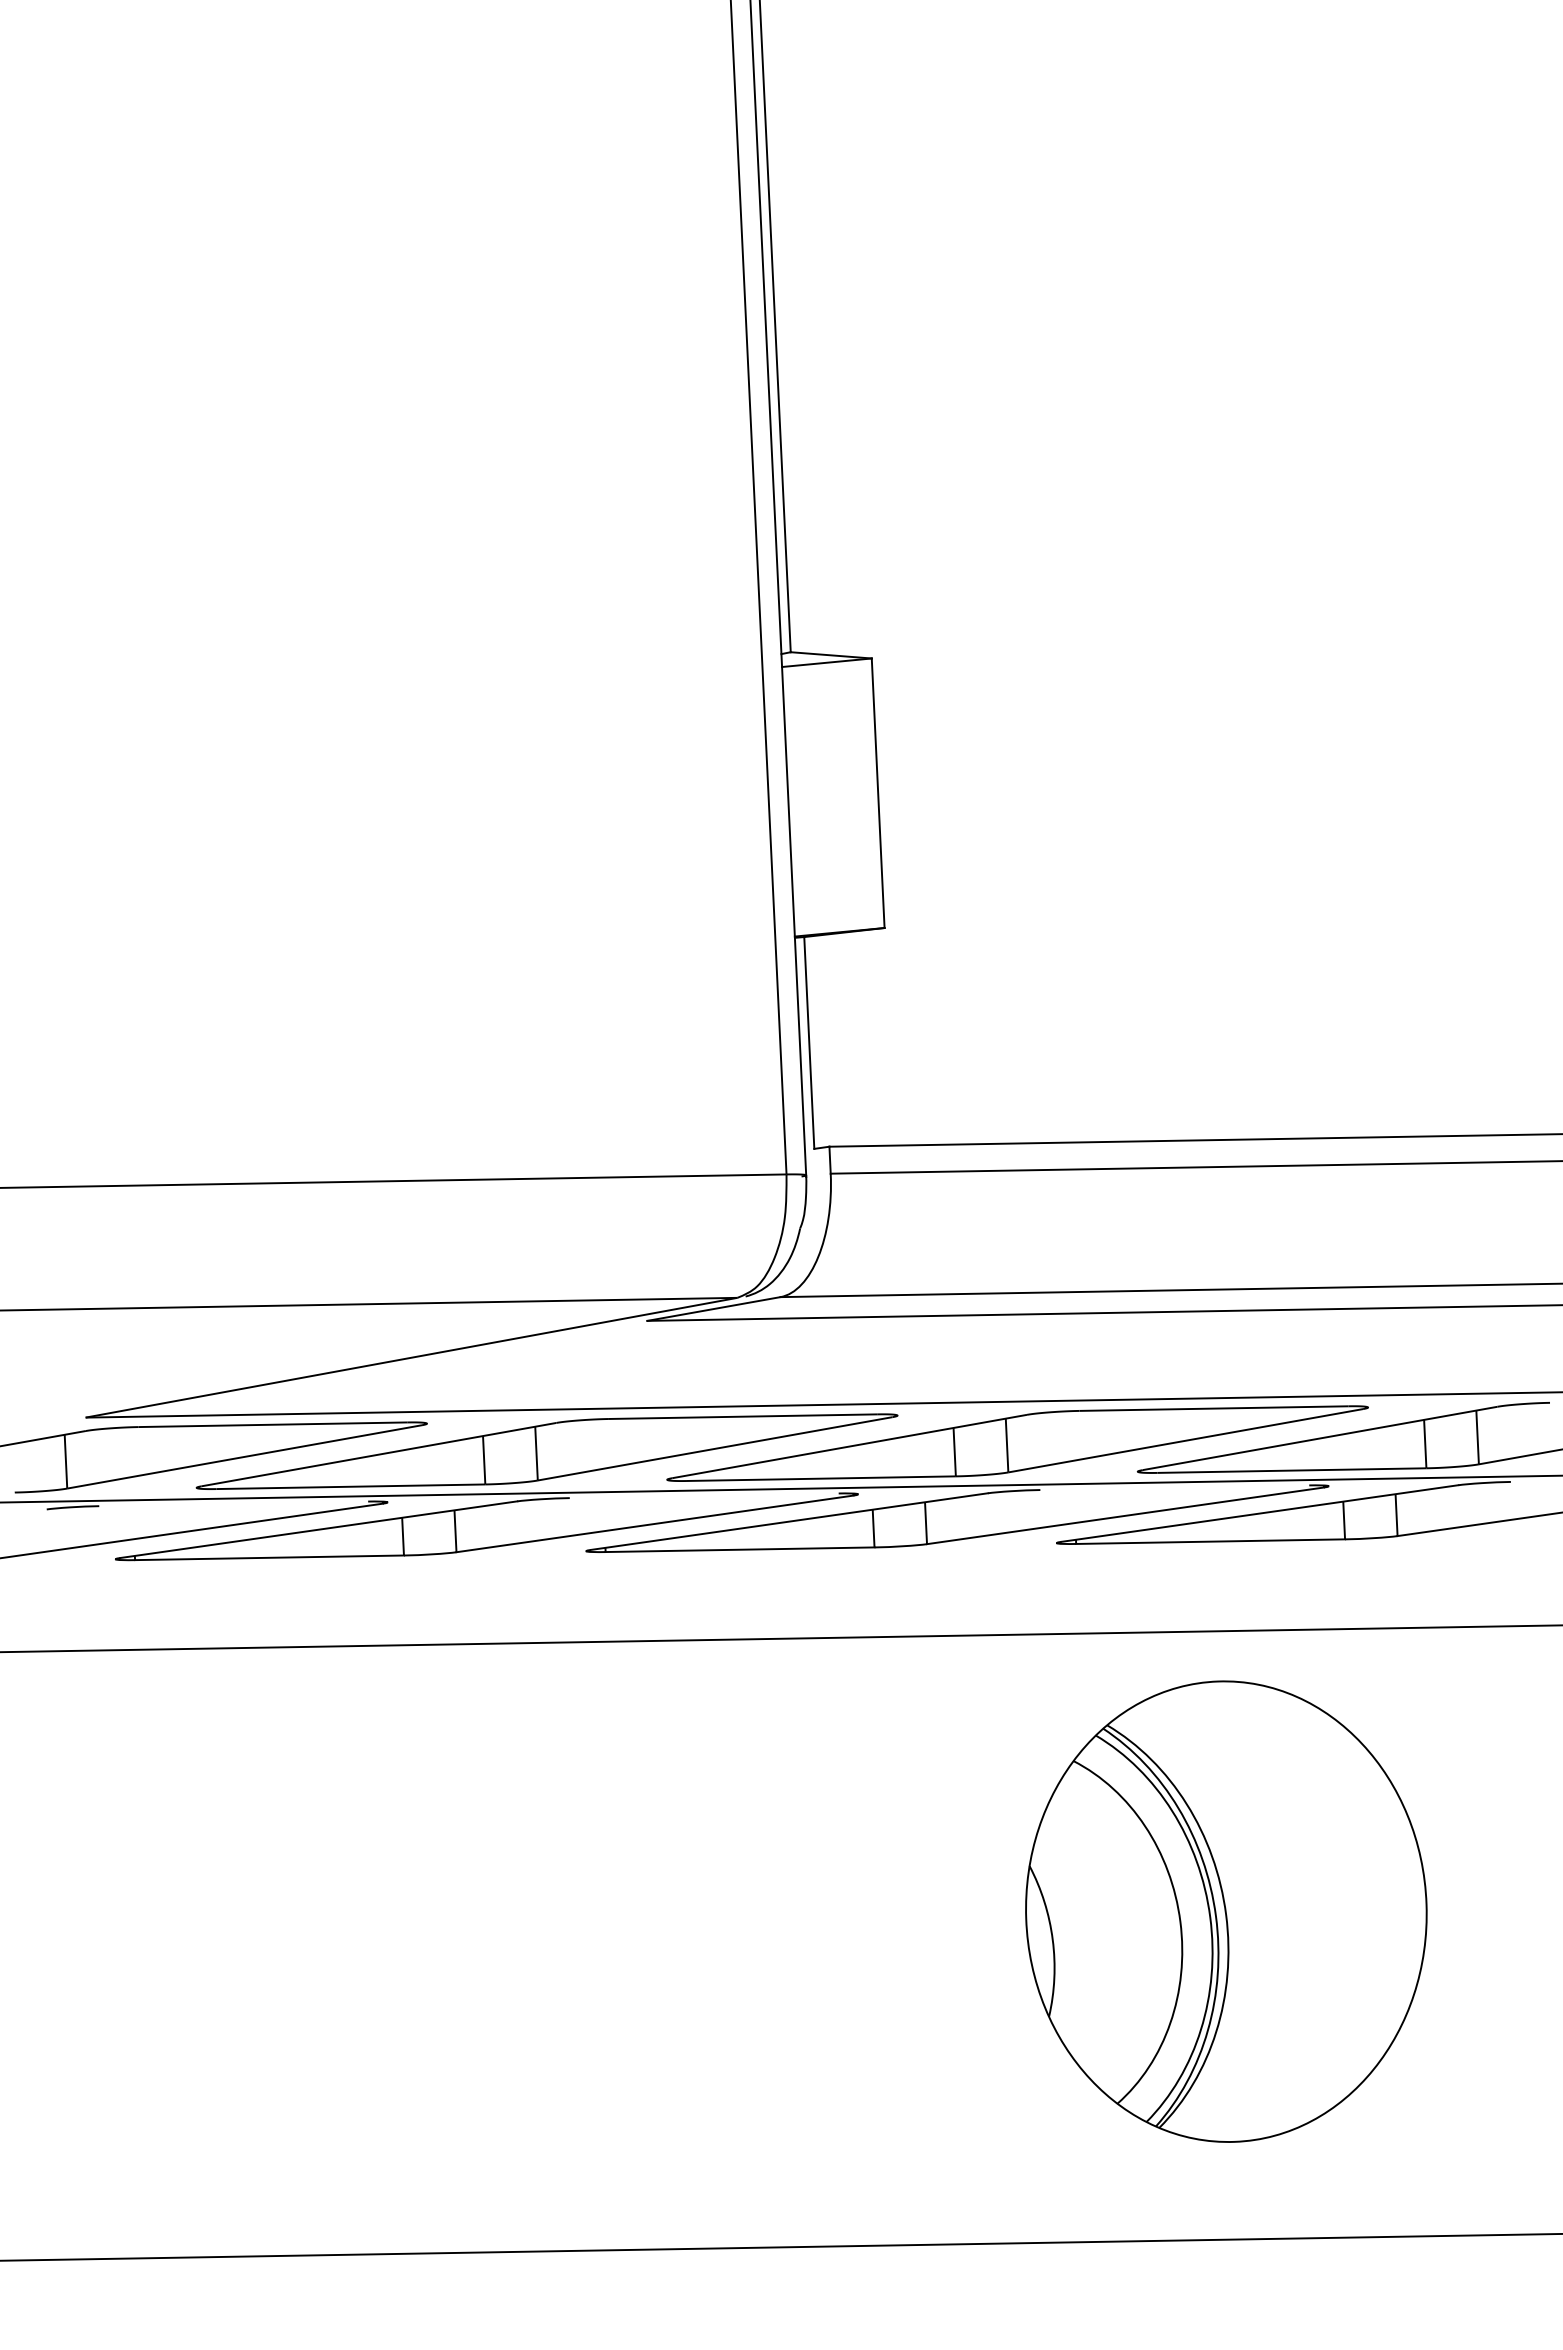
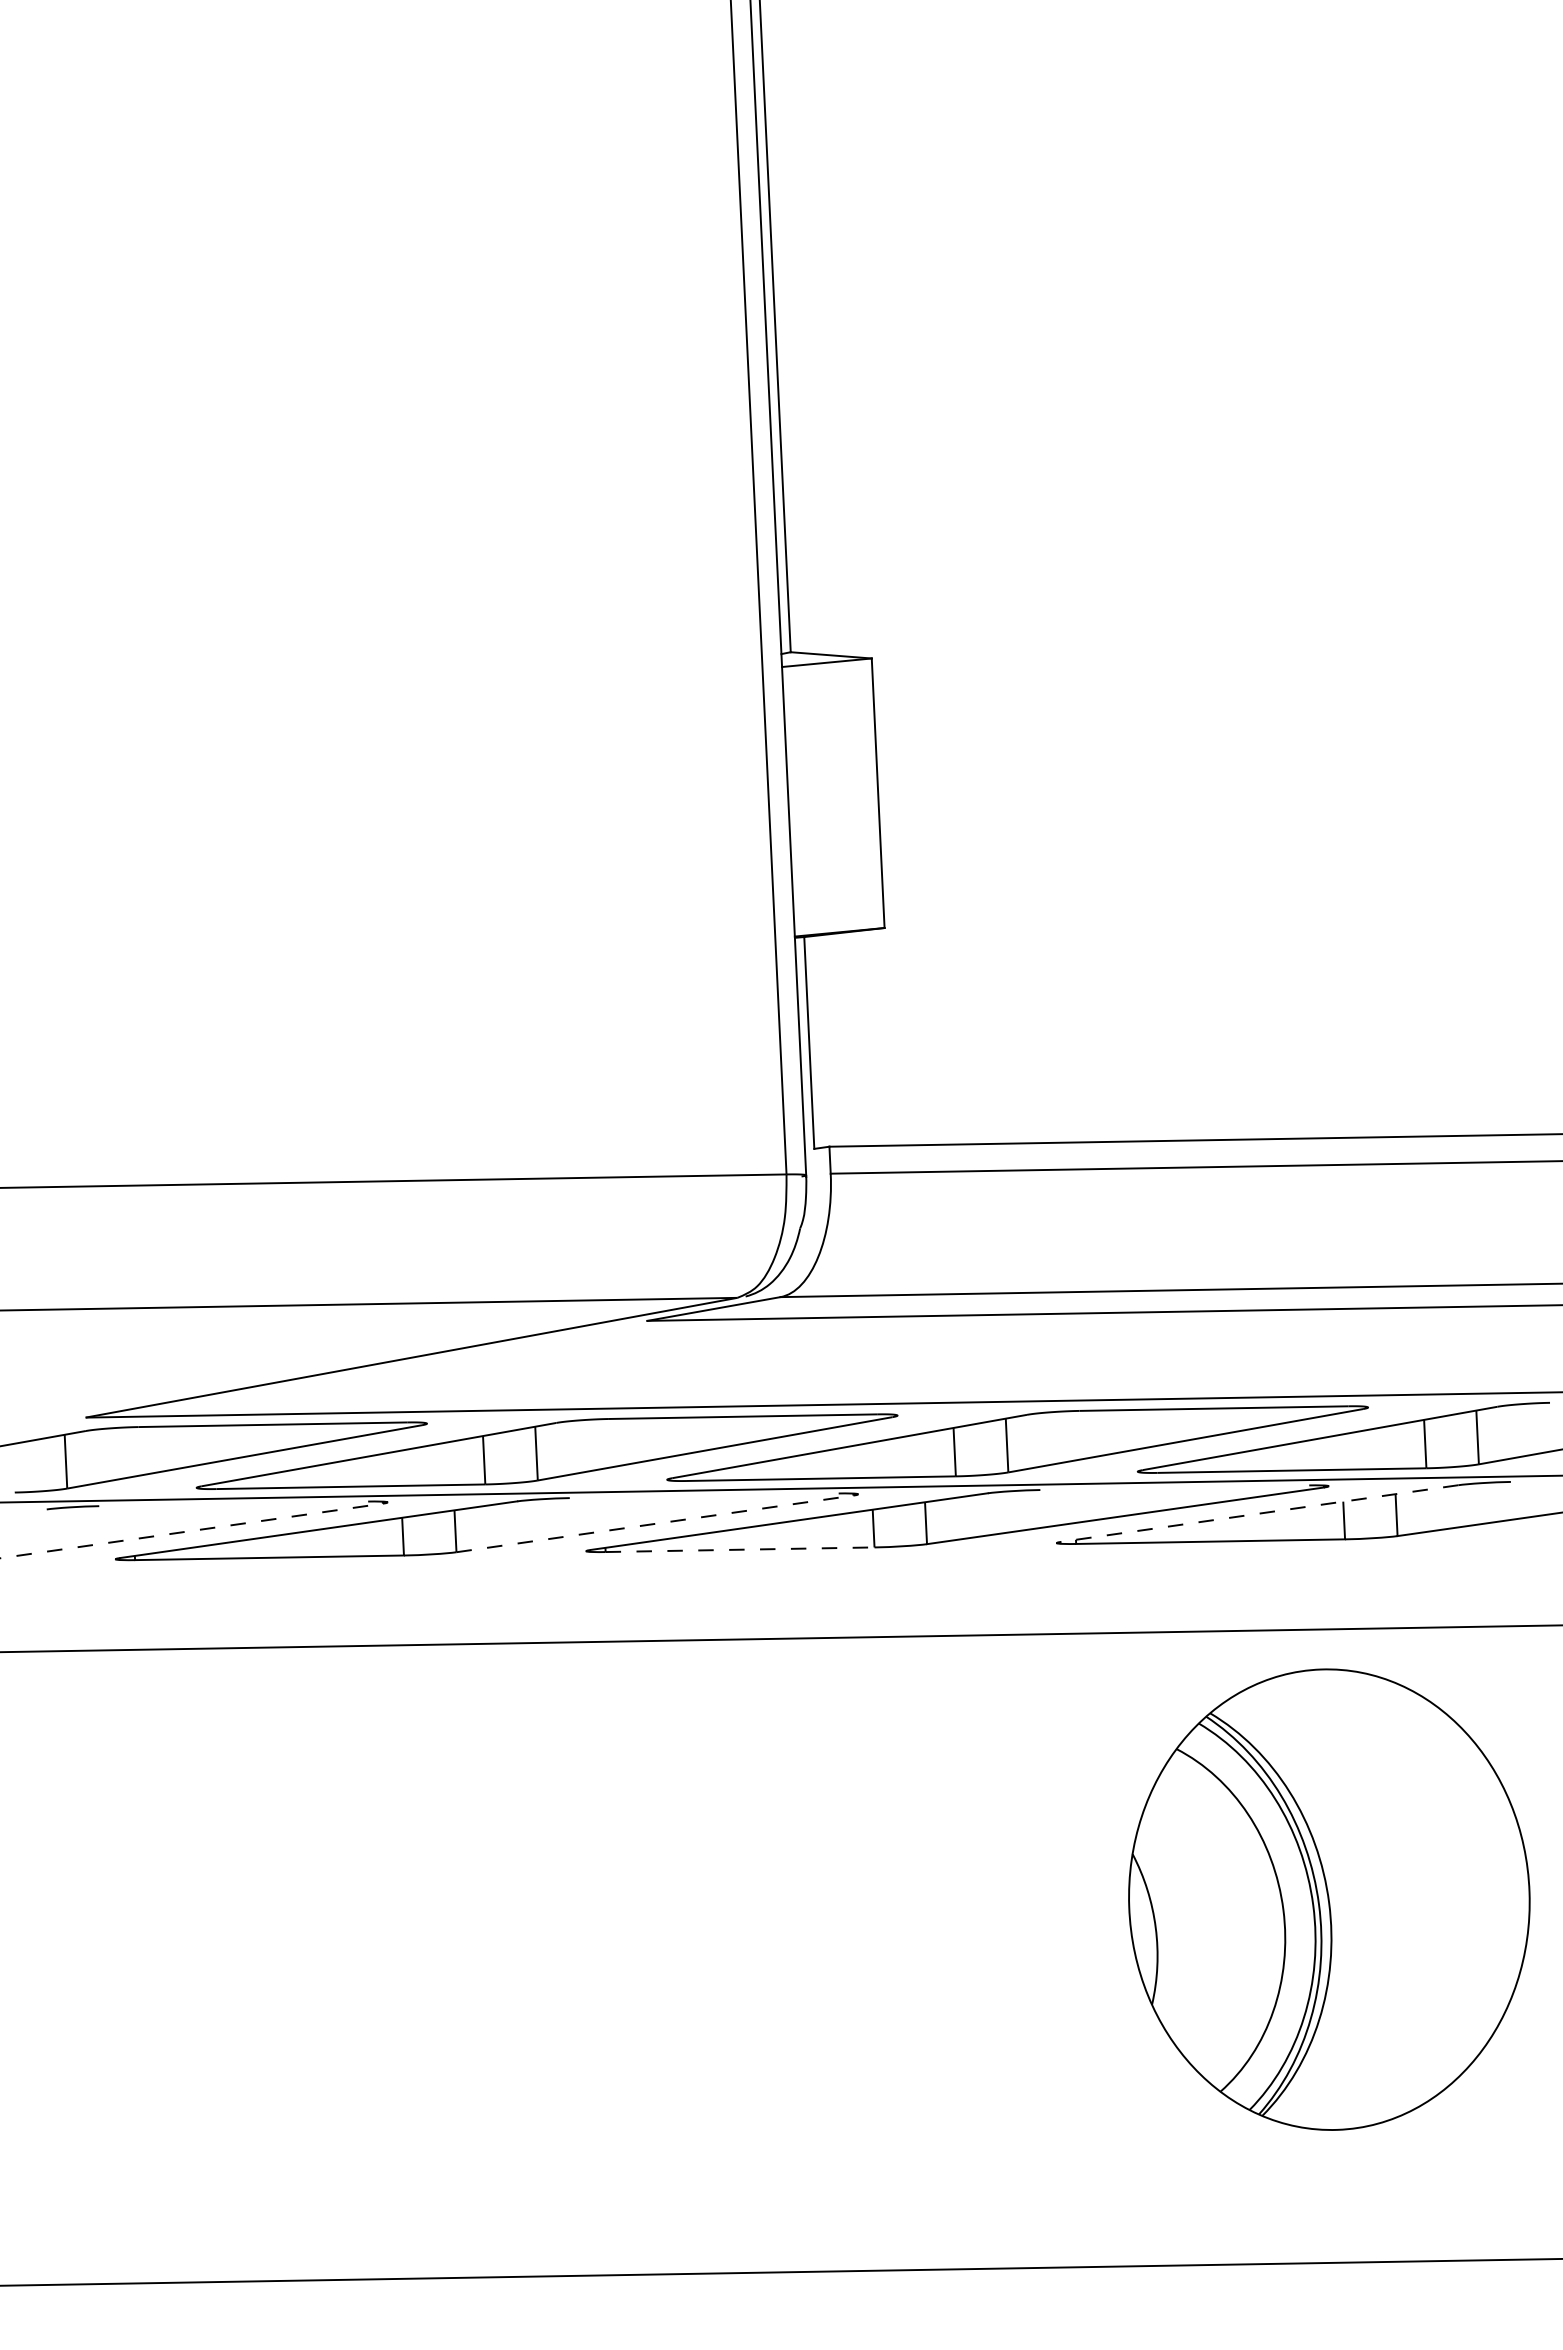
line at (1259, 1513): solid -> dashed
line at (655, 1523): solid -> dashed
line at (191, 1530): solid -> dashed
line at (740, 1549): solid -> dashed
part at (1226, 1911) position: (1226, 1911) -> (1329, 1899)
line at (780, 2247) position: (780, 2247) -> (780, 2272)
